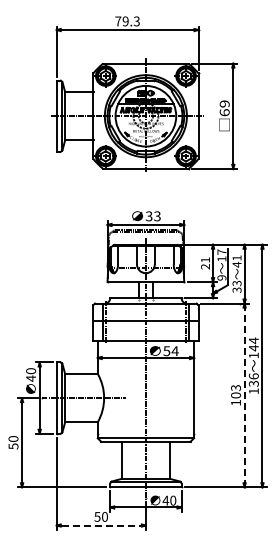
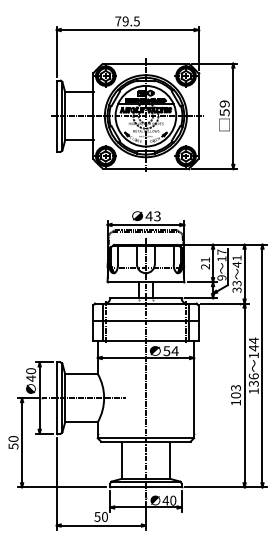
text at (136, 20): 79.3 -> 79.5
text at (224, 112): 69 -> 59
text at (148, 216): 33 -> 43
line at (244, 395): dashed -> solid
line at (101, 525): dashed -> solid
